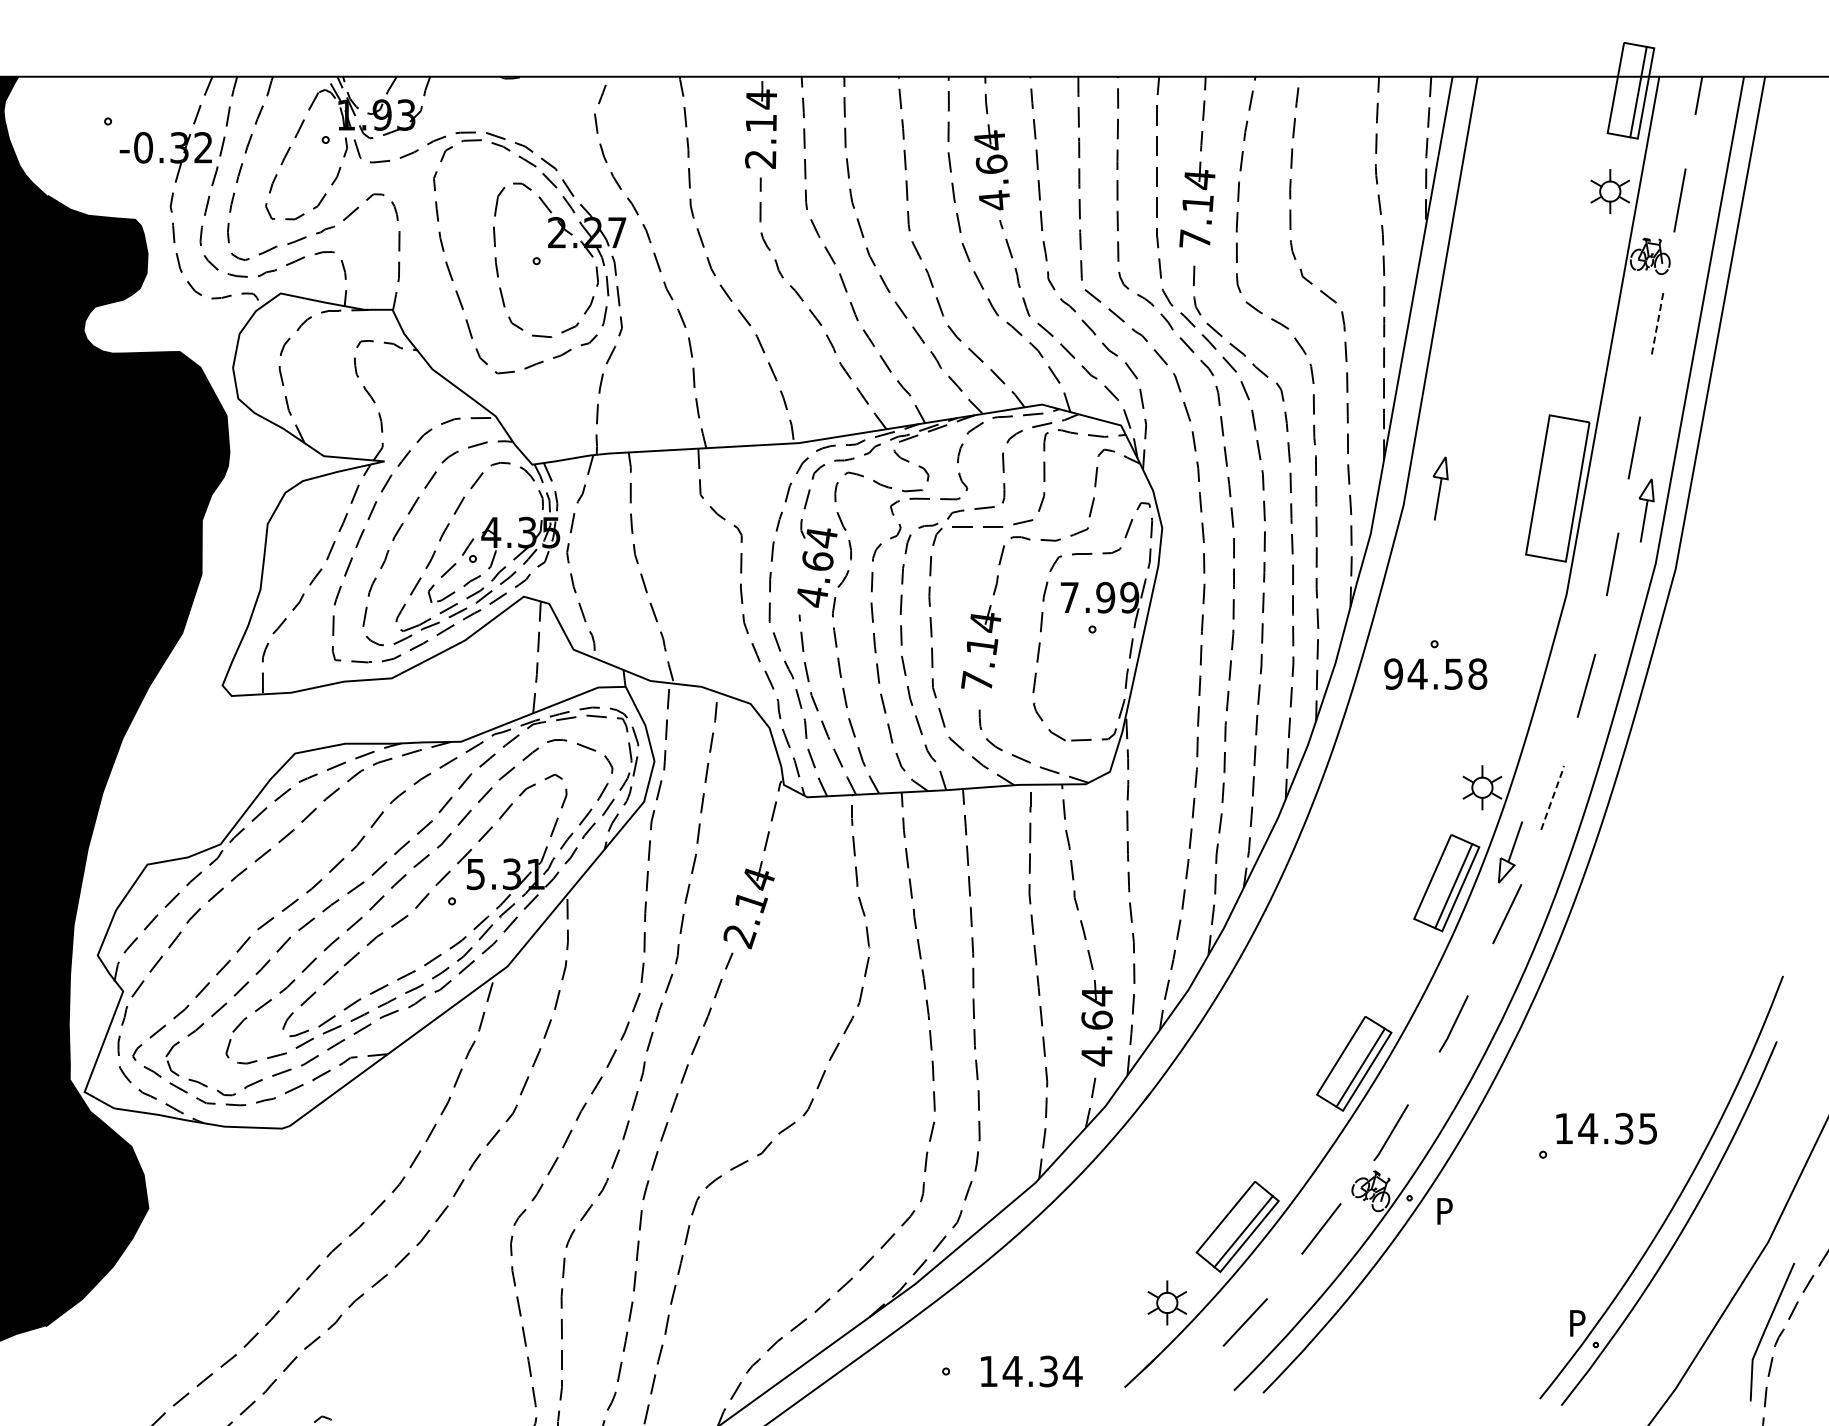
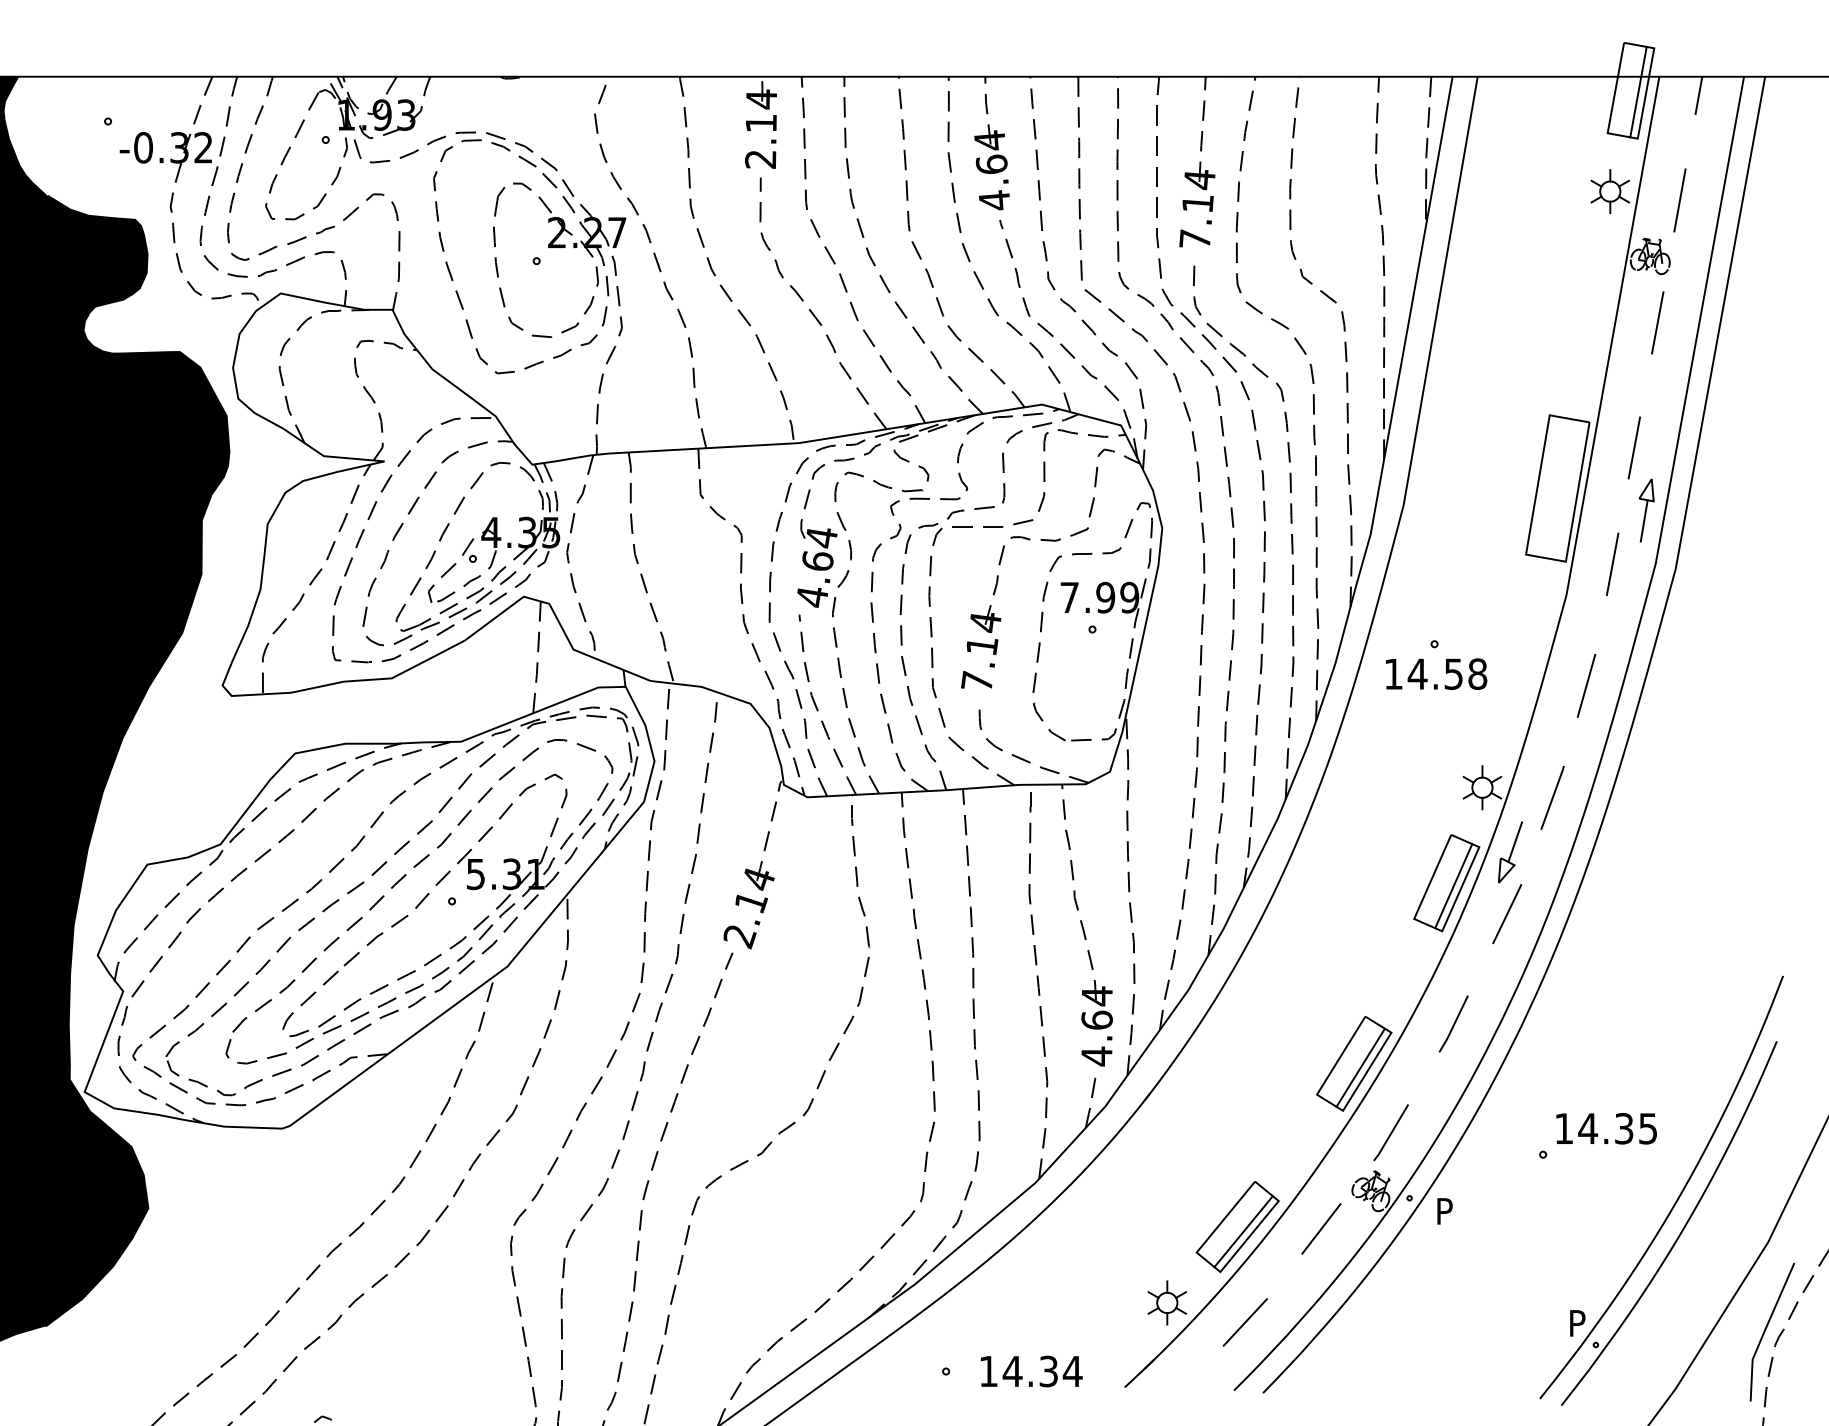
line at (1657, 322): dashed -> solid
part at (1440, 488): present -> none
text at (1393, 673): 94.58 -> 14.58
line at (1553, 797): dashed -> solid
